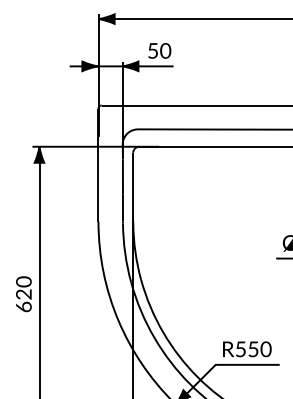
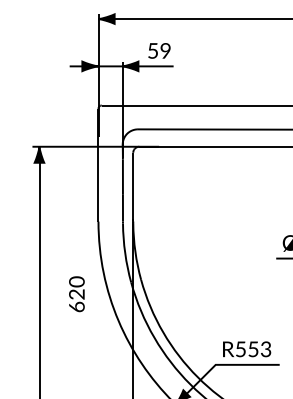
text at (165, 51): 50 -> 59
text at (23, 294) position: (23, 294) -> (76, 294)
text at (265, 348): R550 -> R553
